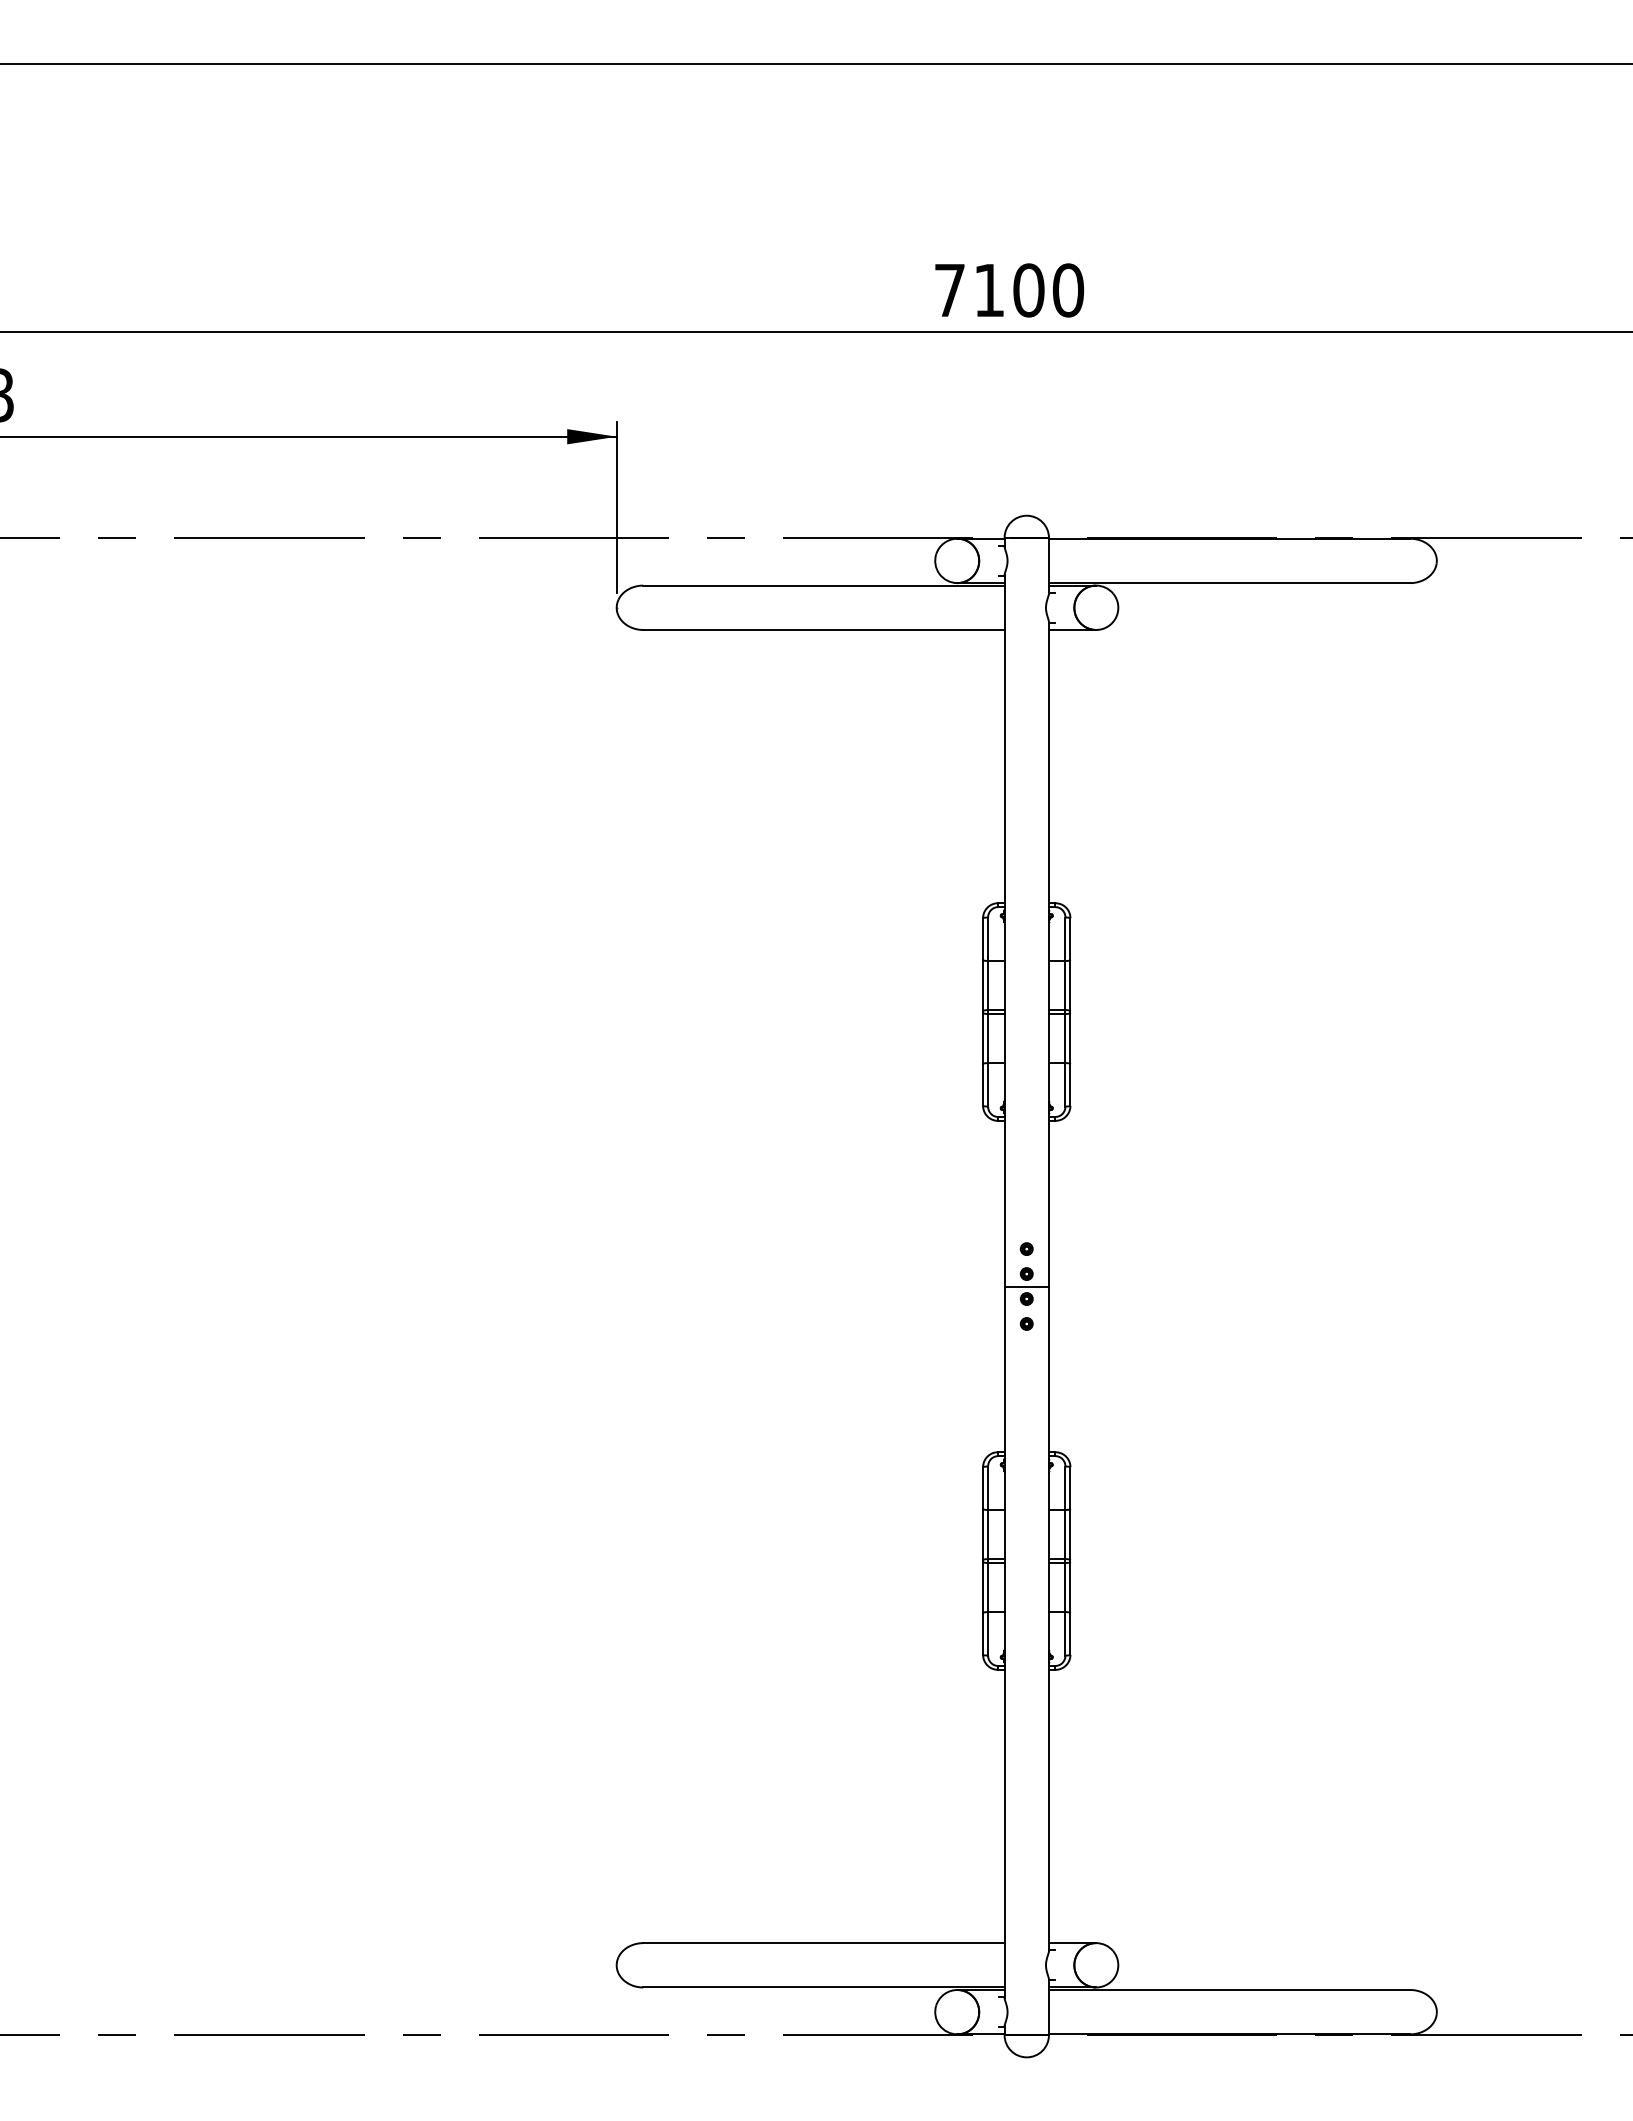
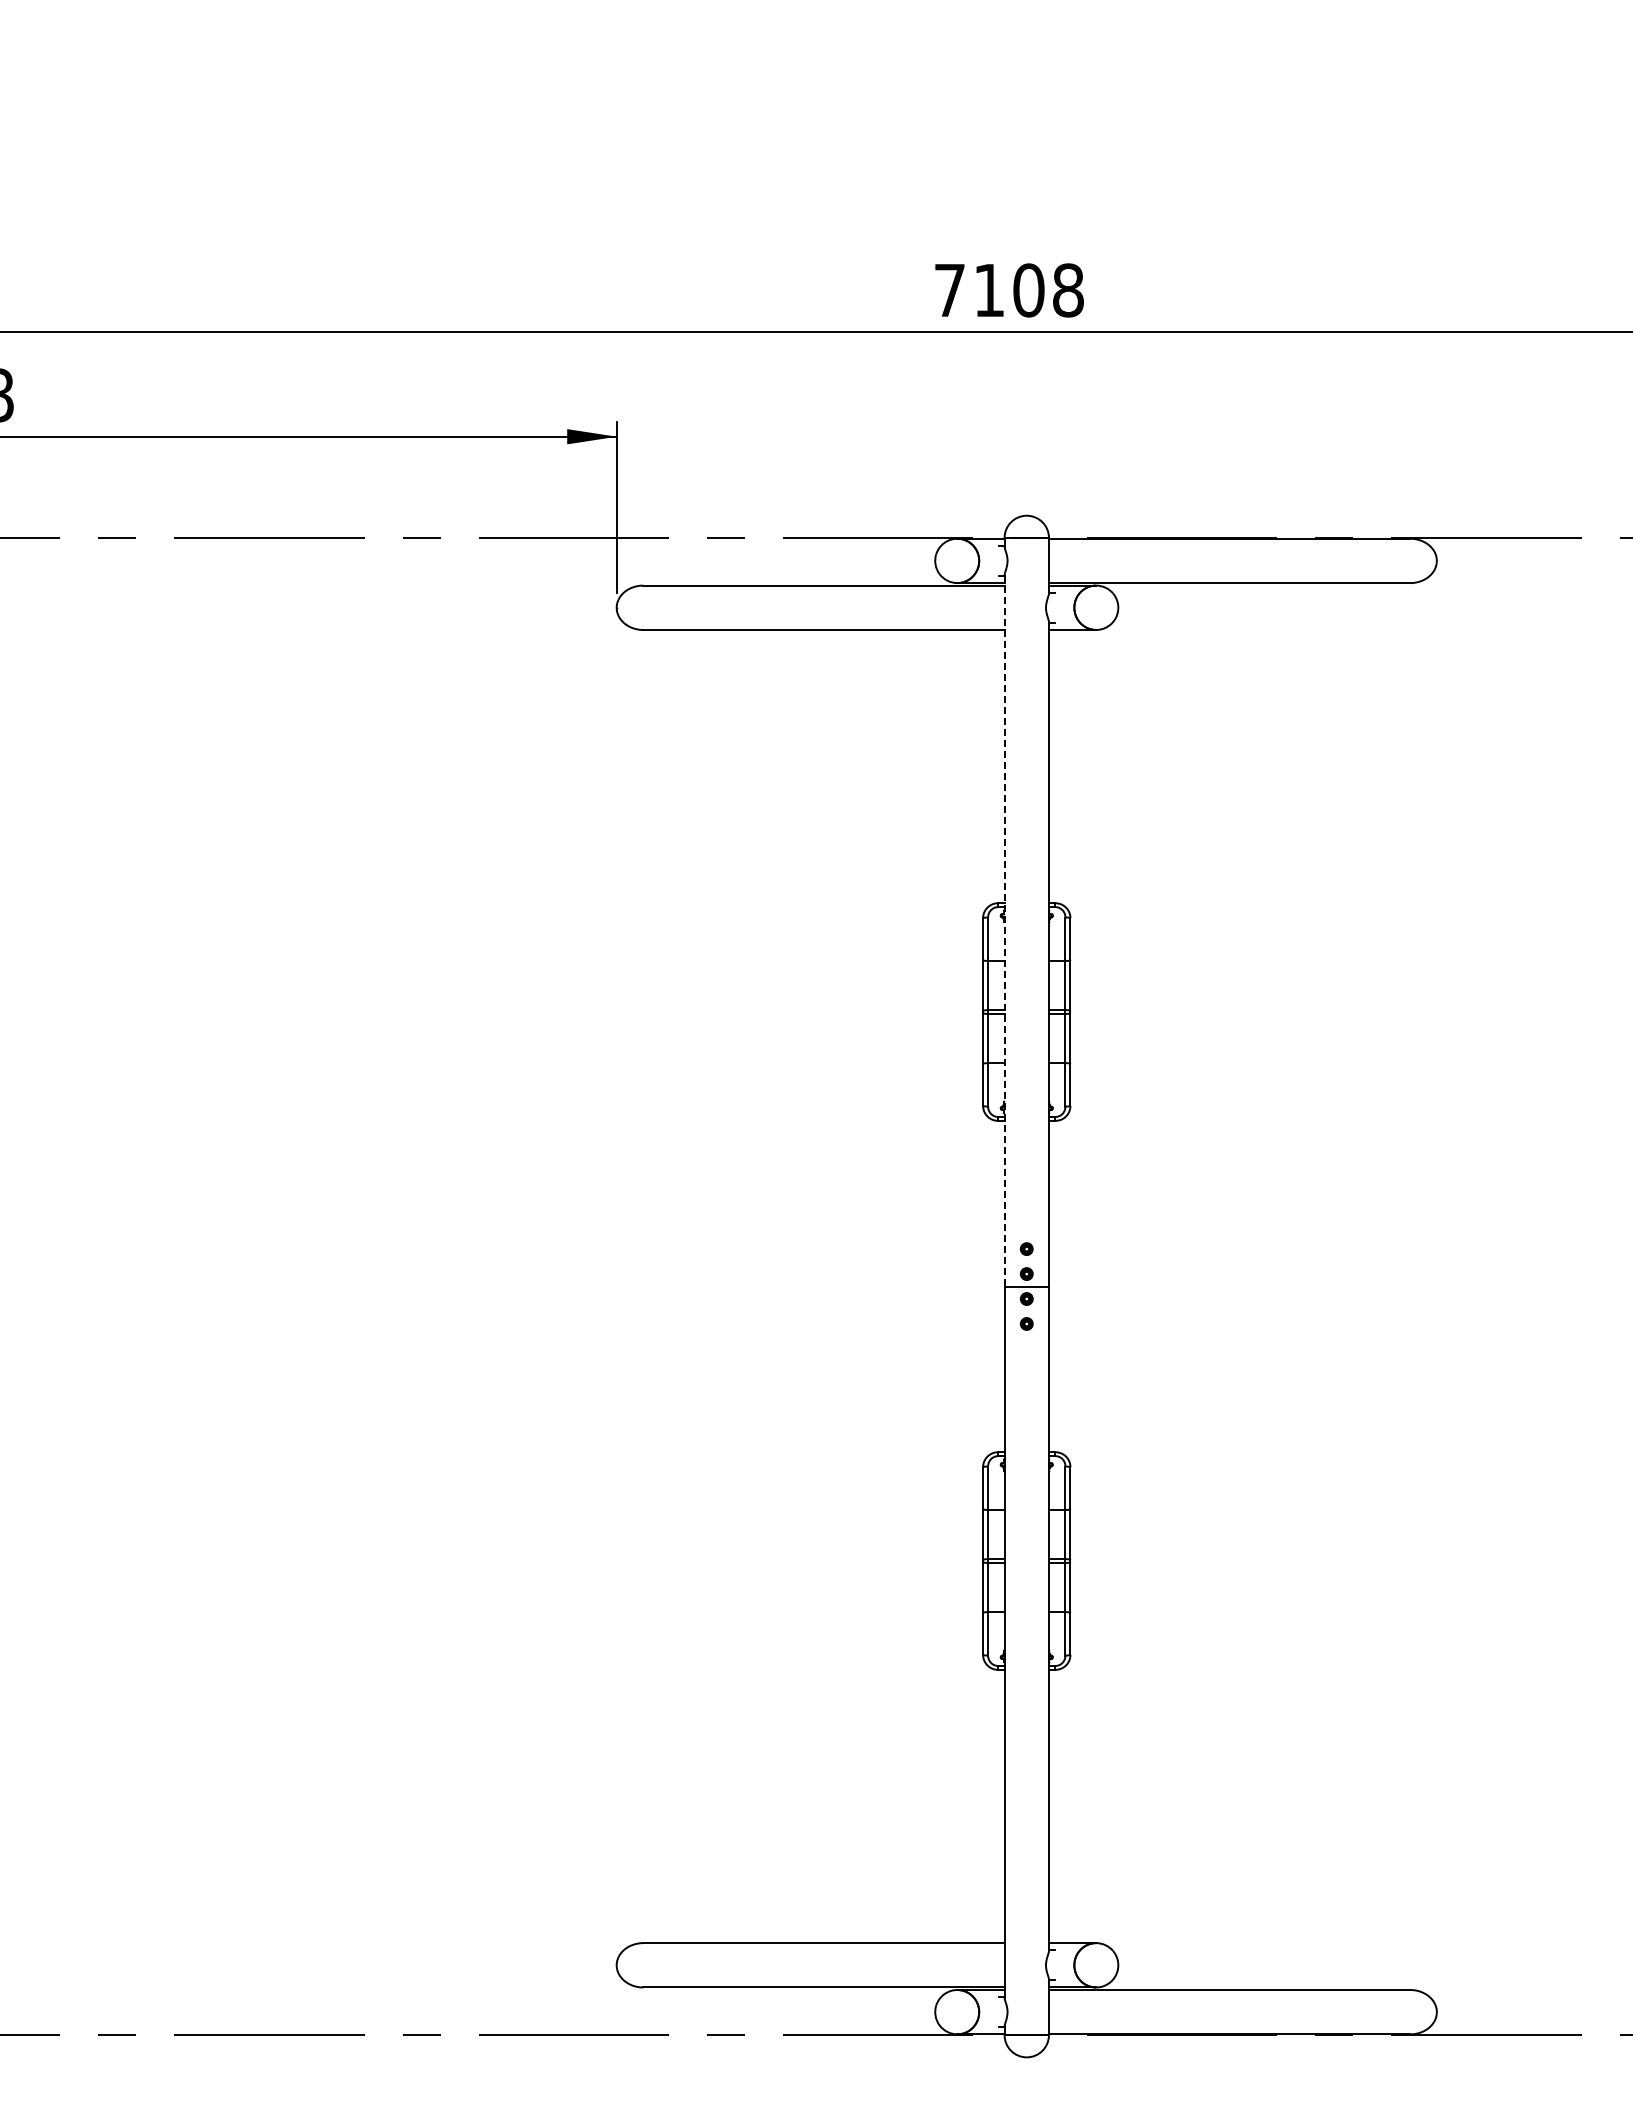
line at (815, 63): present -> none
text at (1068, 290): 7100 -> 7108
line at (1004, 930): solid -> dashed
